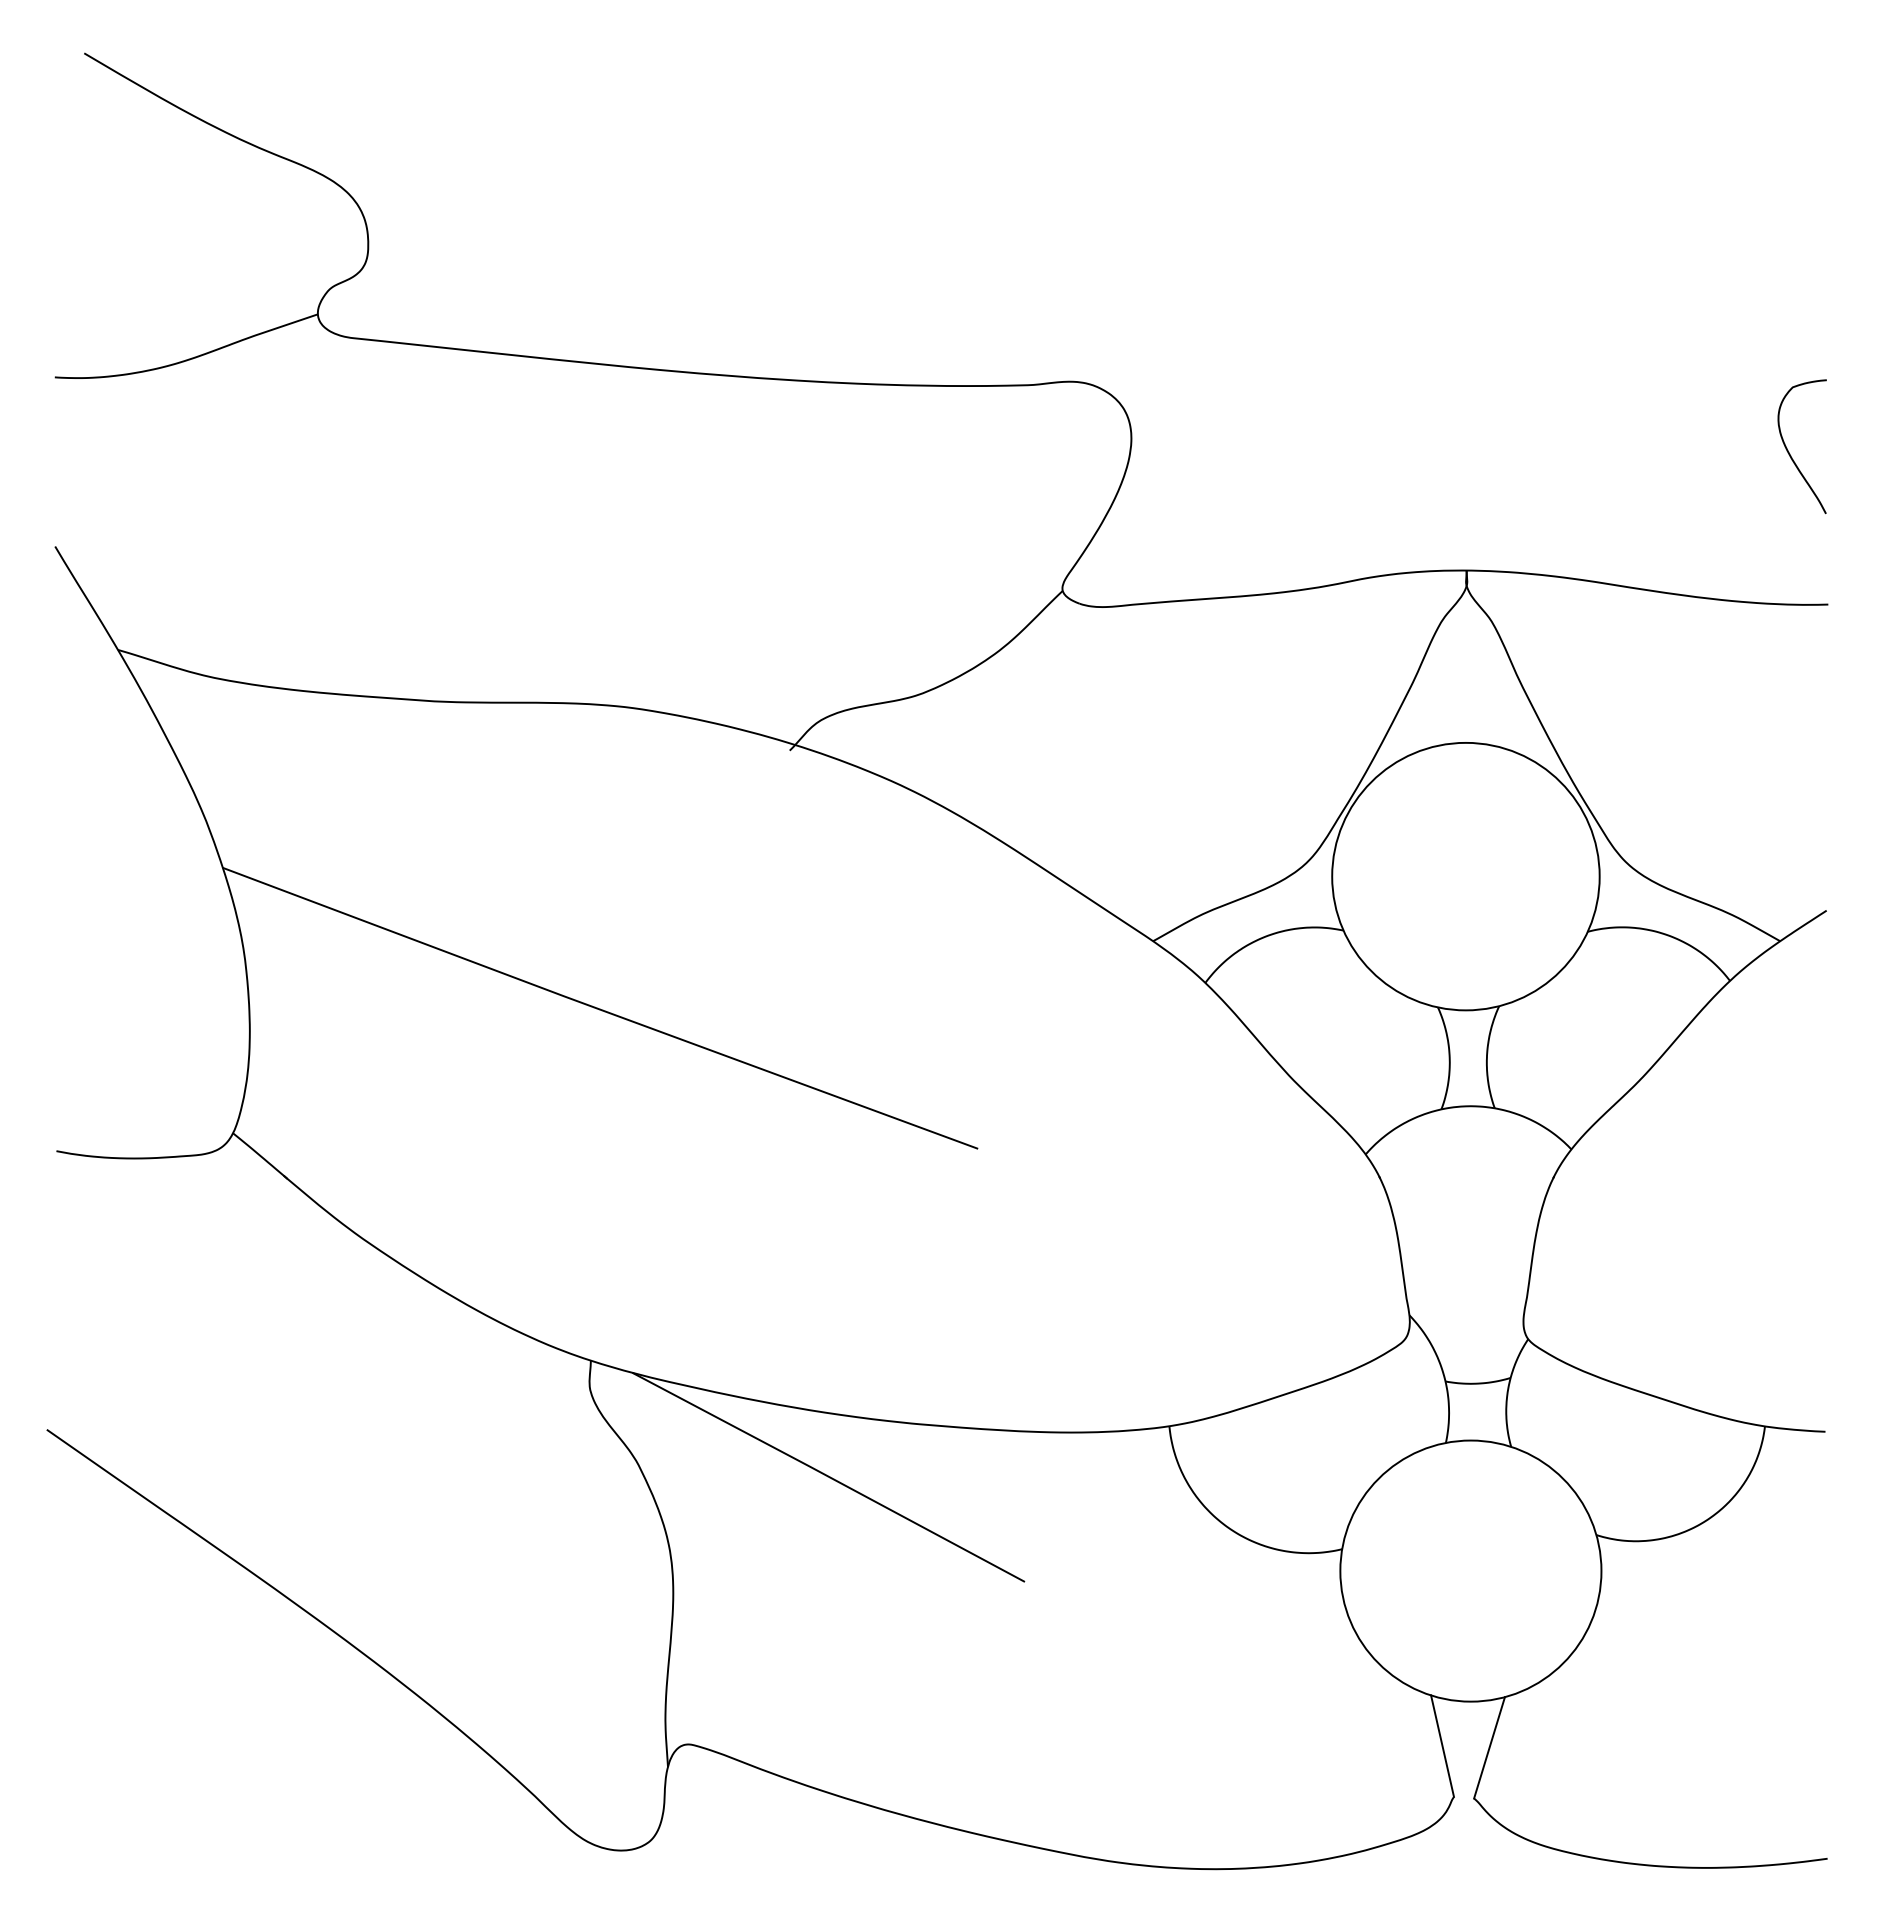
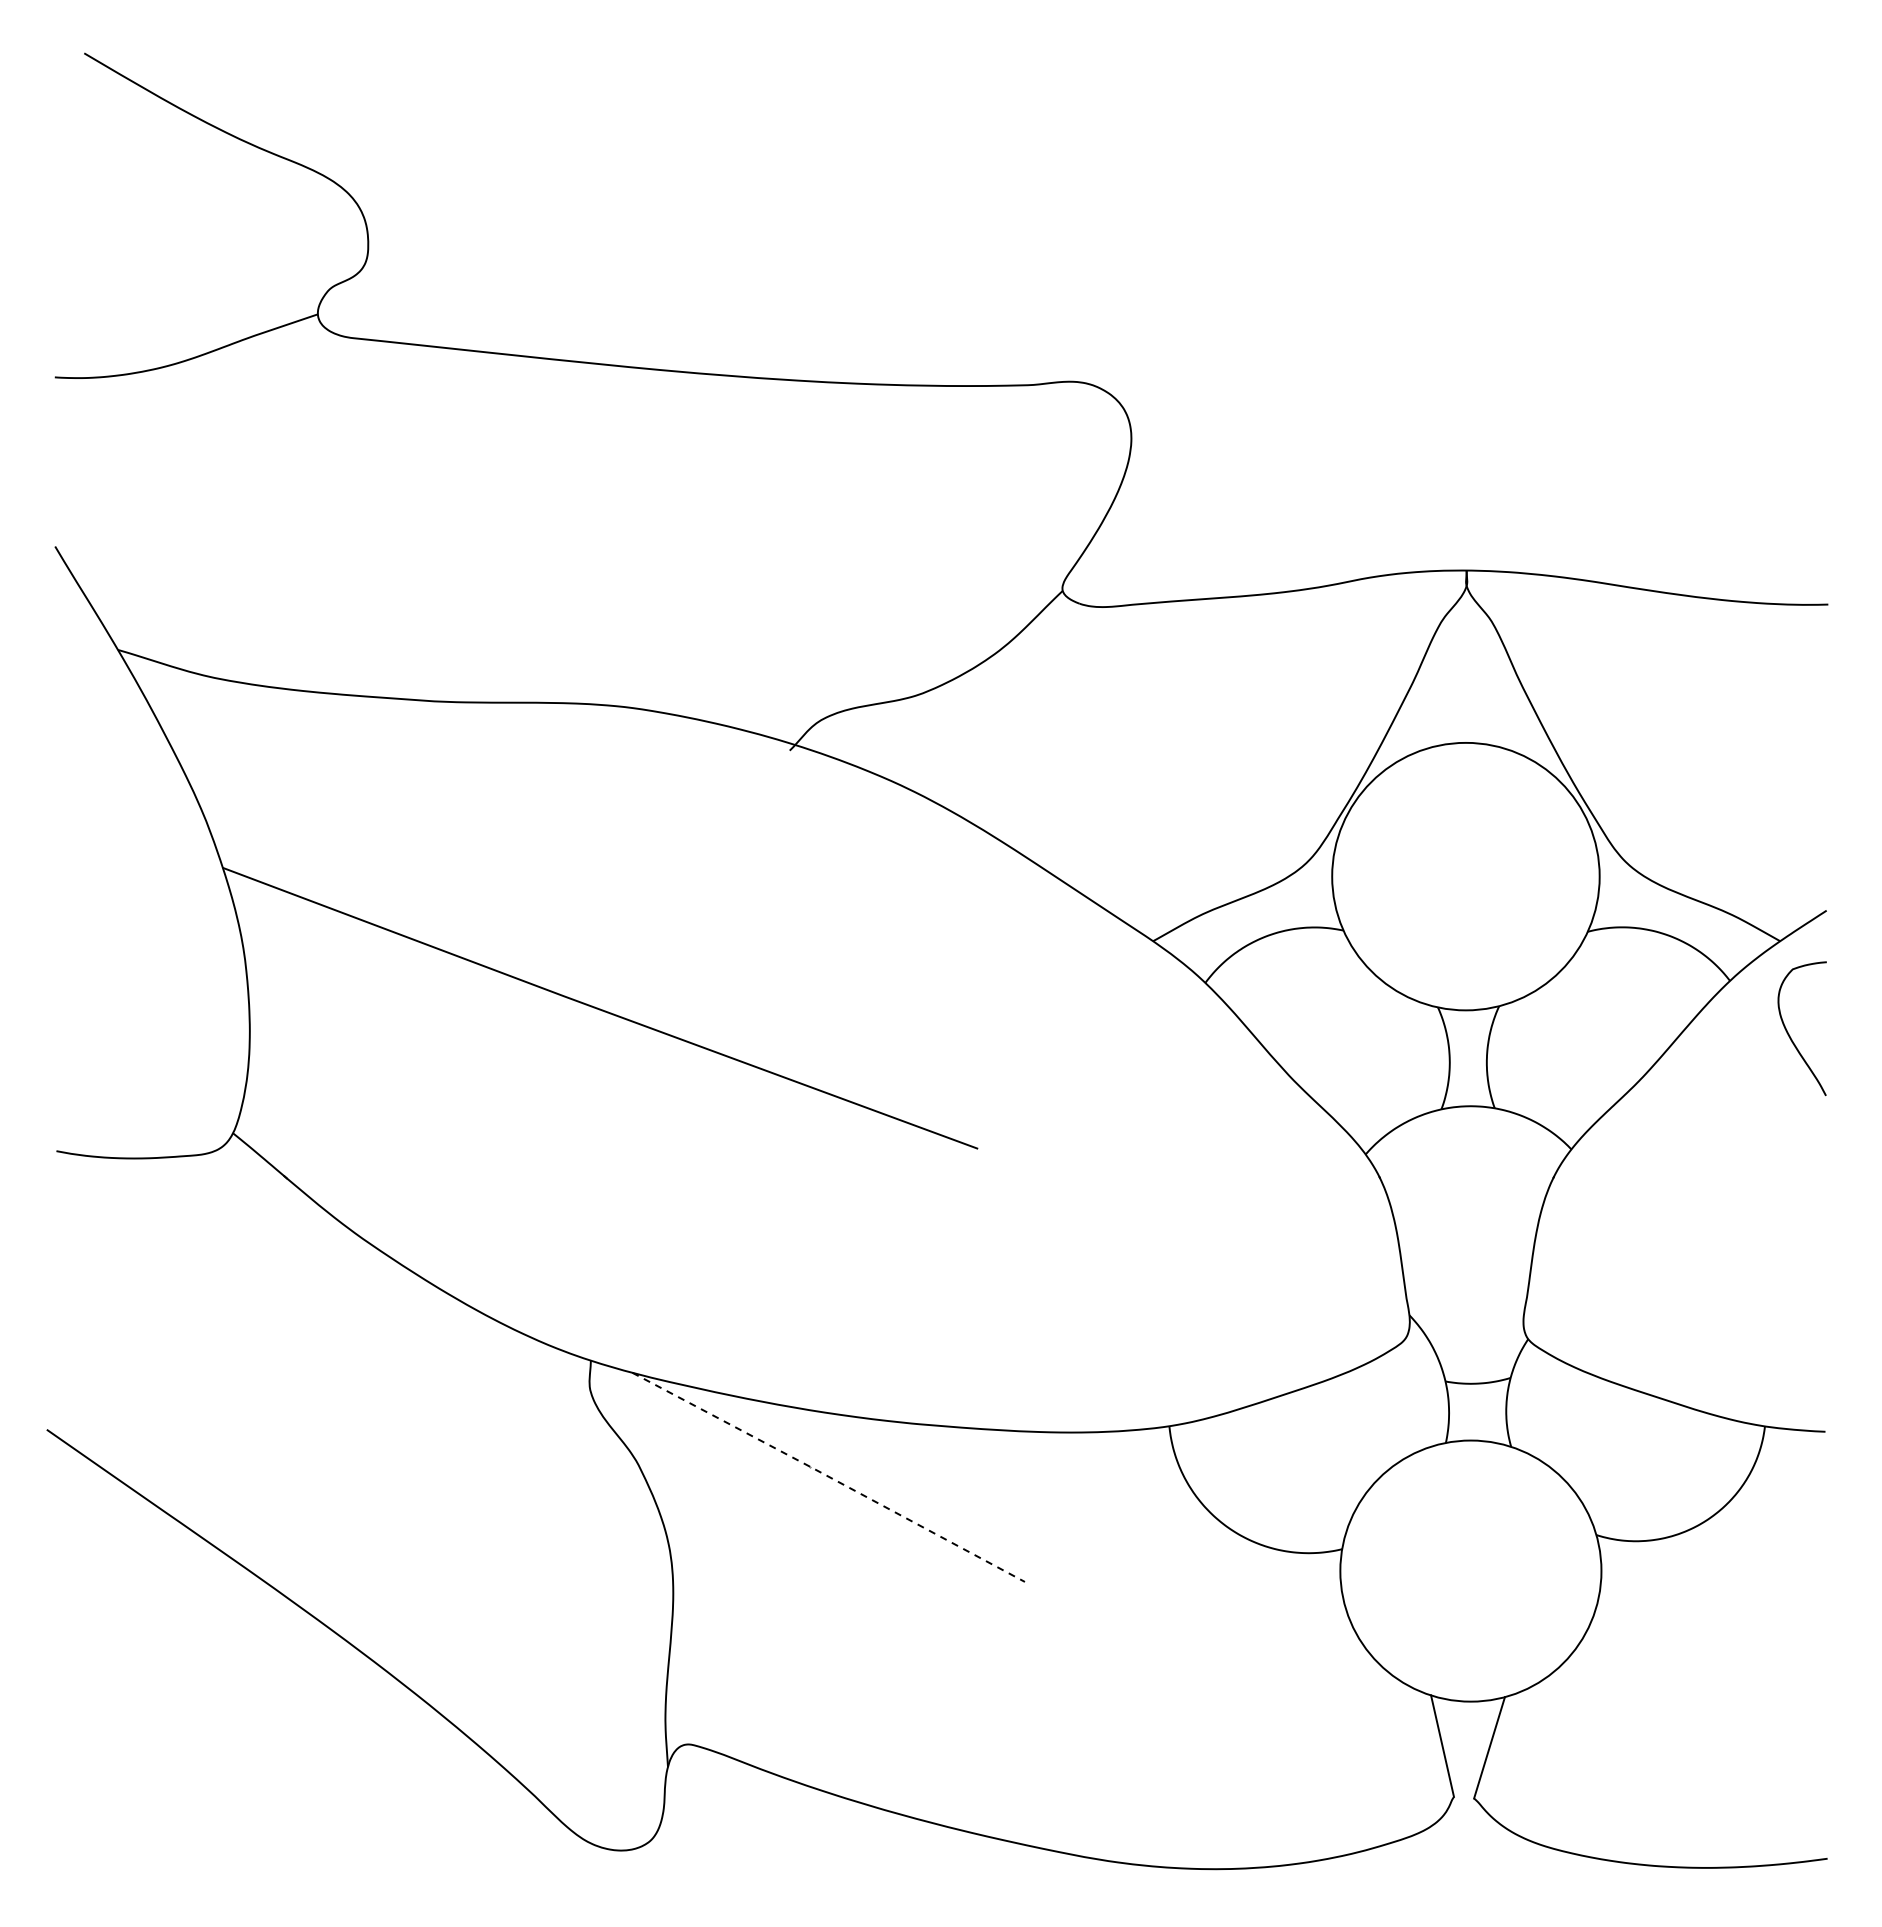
curve at (1790, 453) position: (1790, 453) -> (1790, 1035)
line at (828, 1476): solid -> dashed
